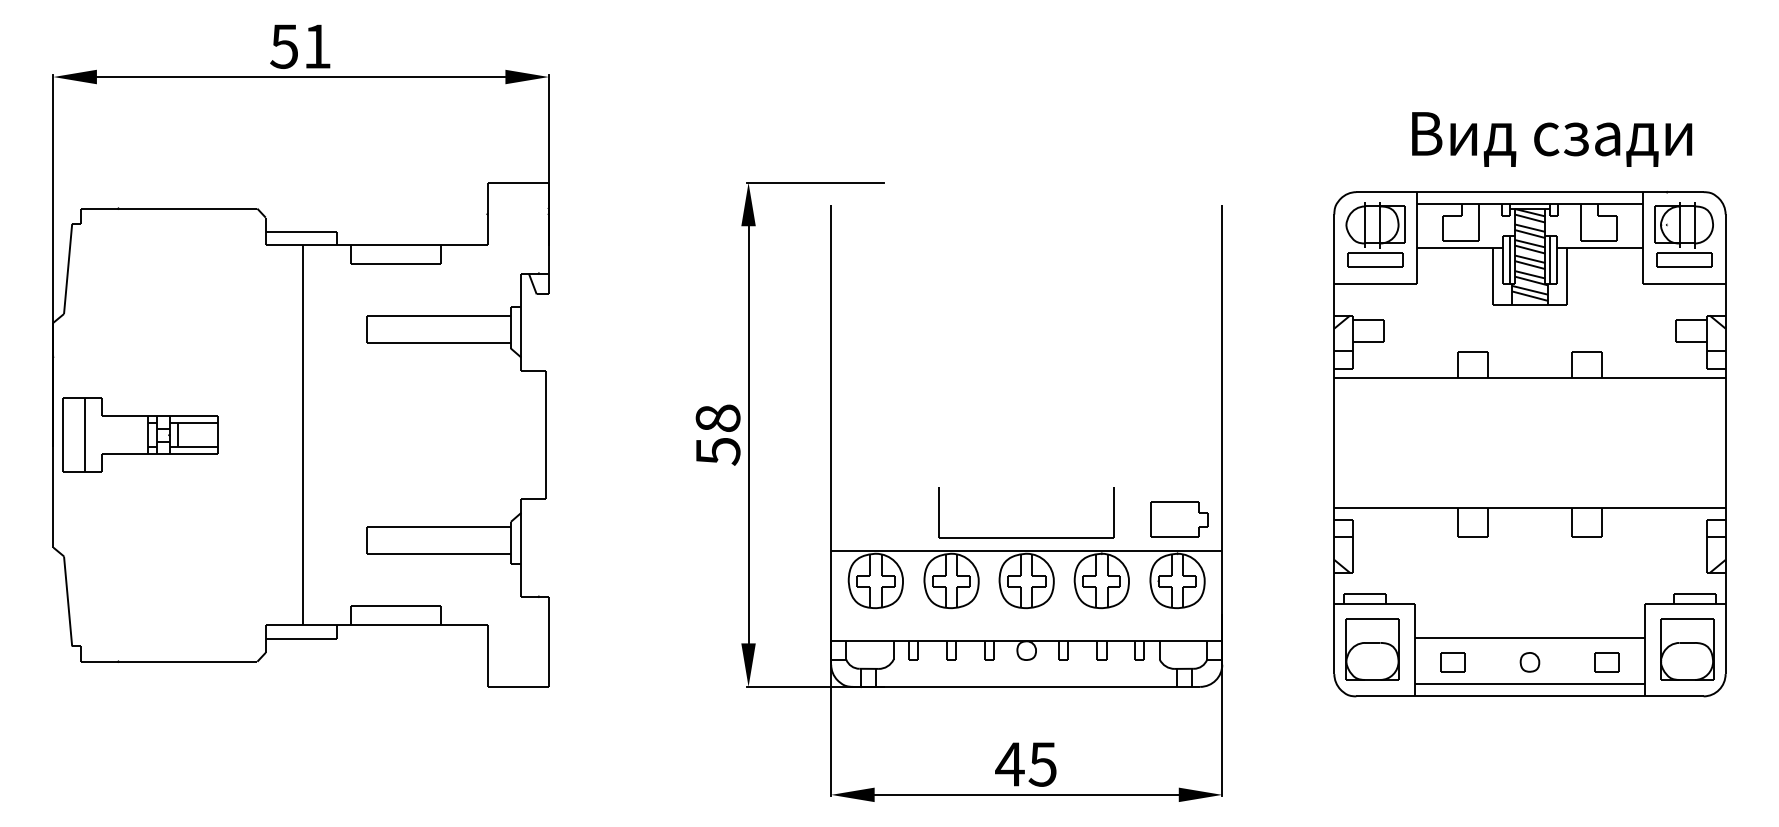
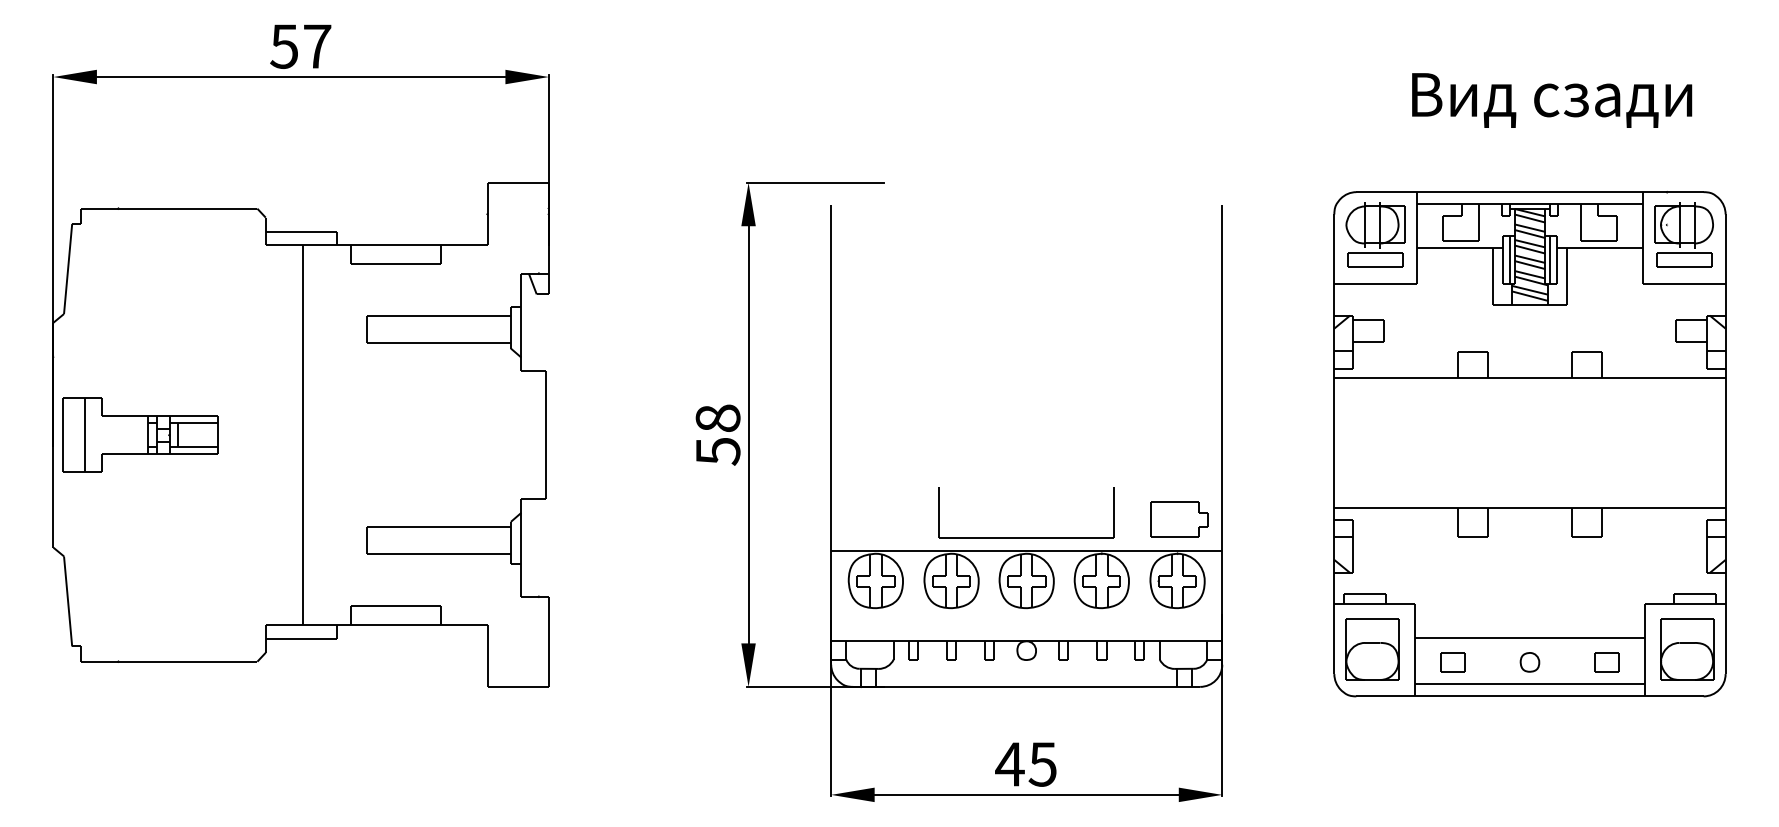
text at (317, 46): 51 -> 57
text at (1552, 139) position: (1552, 139) -> (1552, 100)
